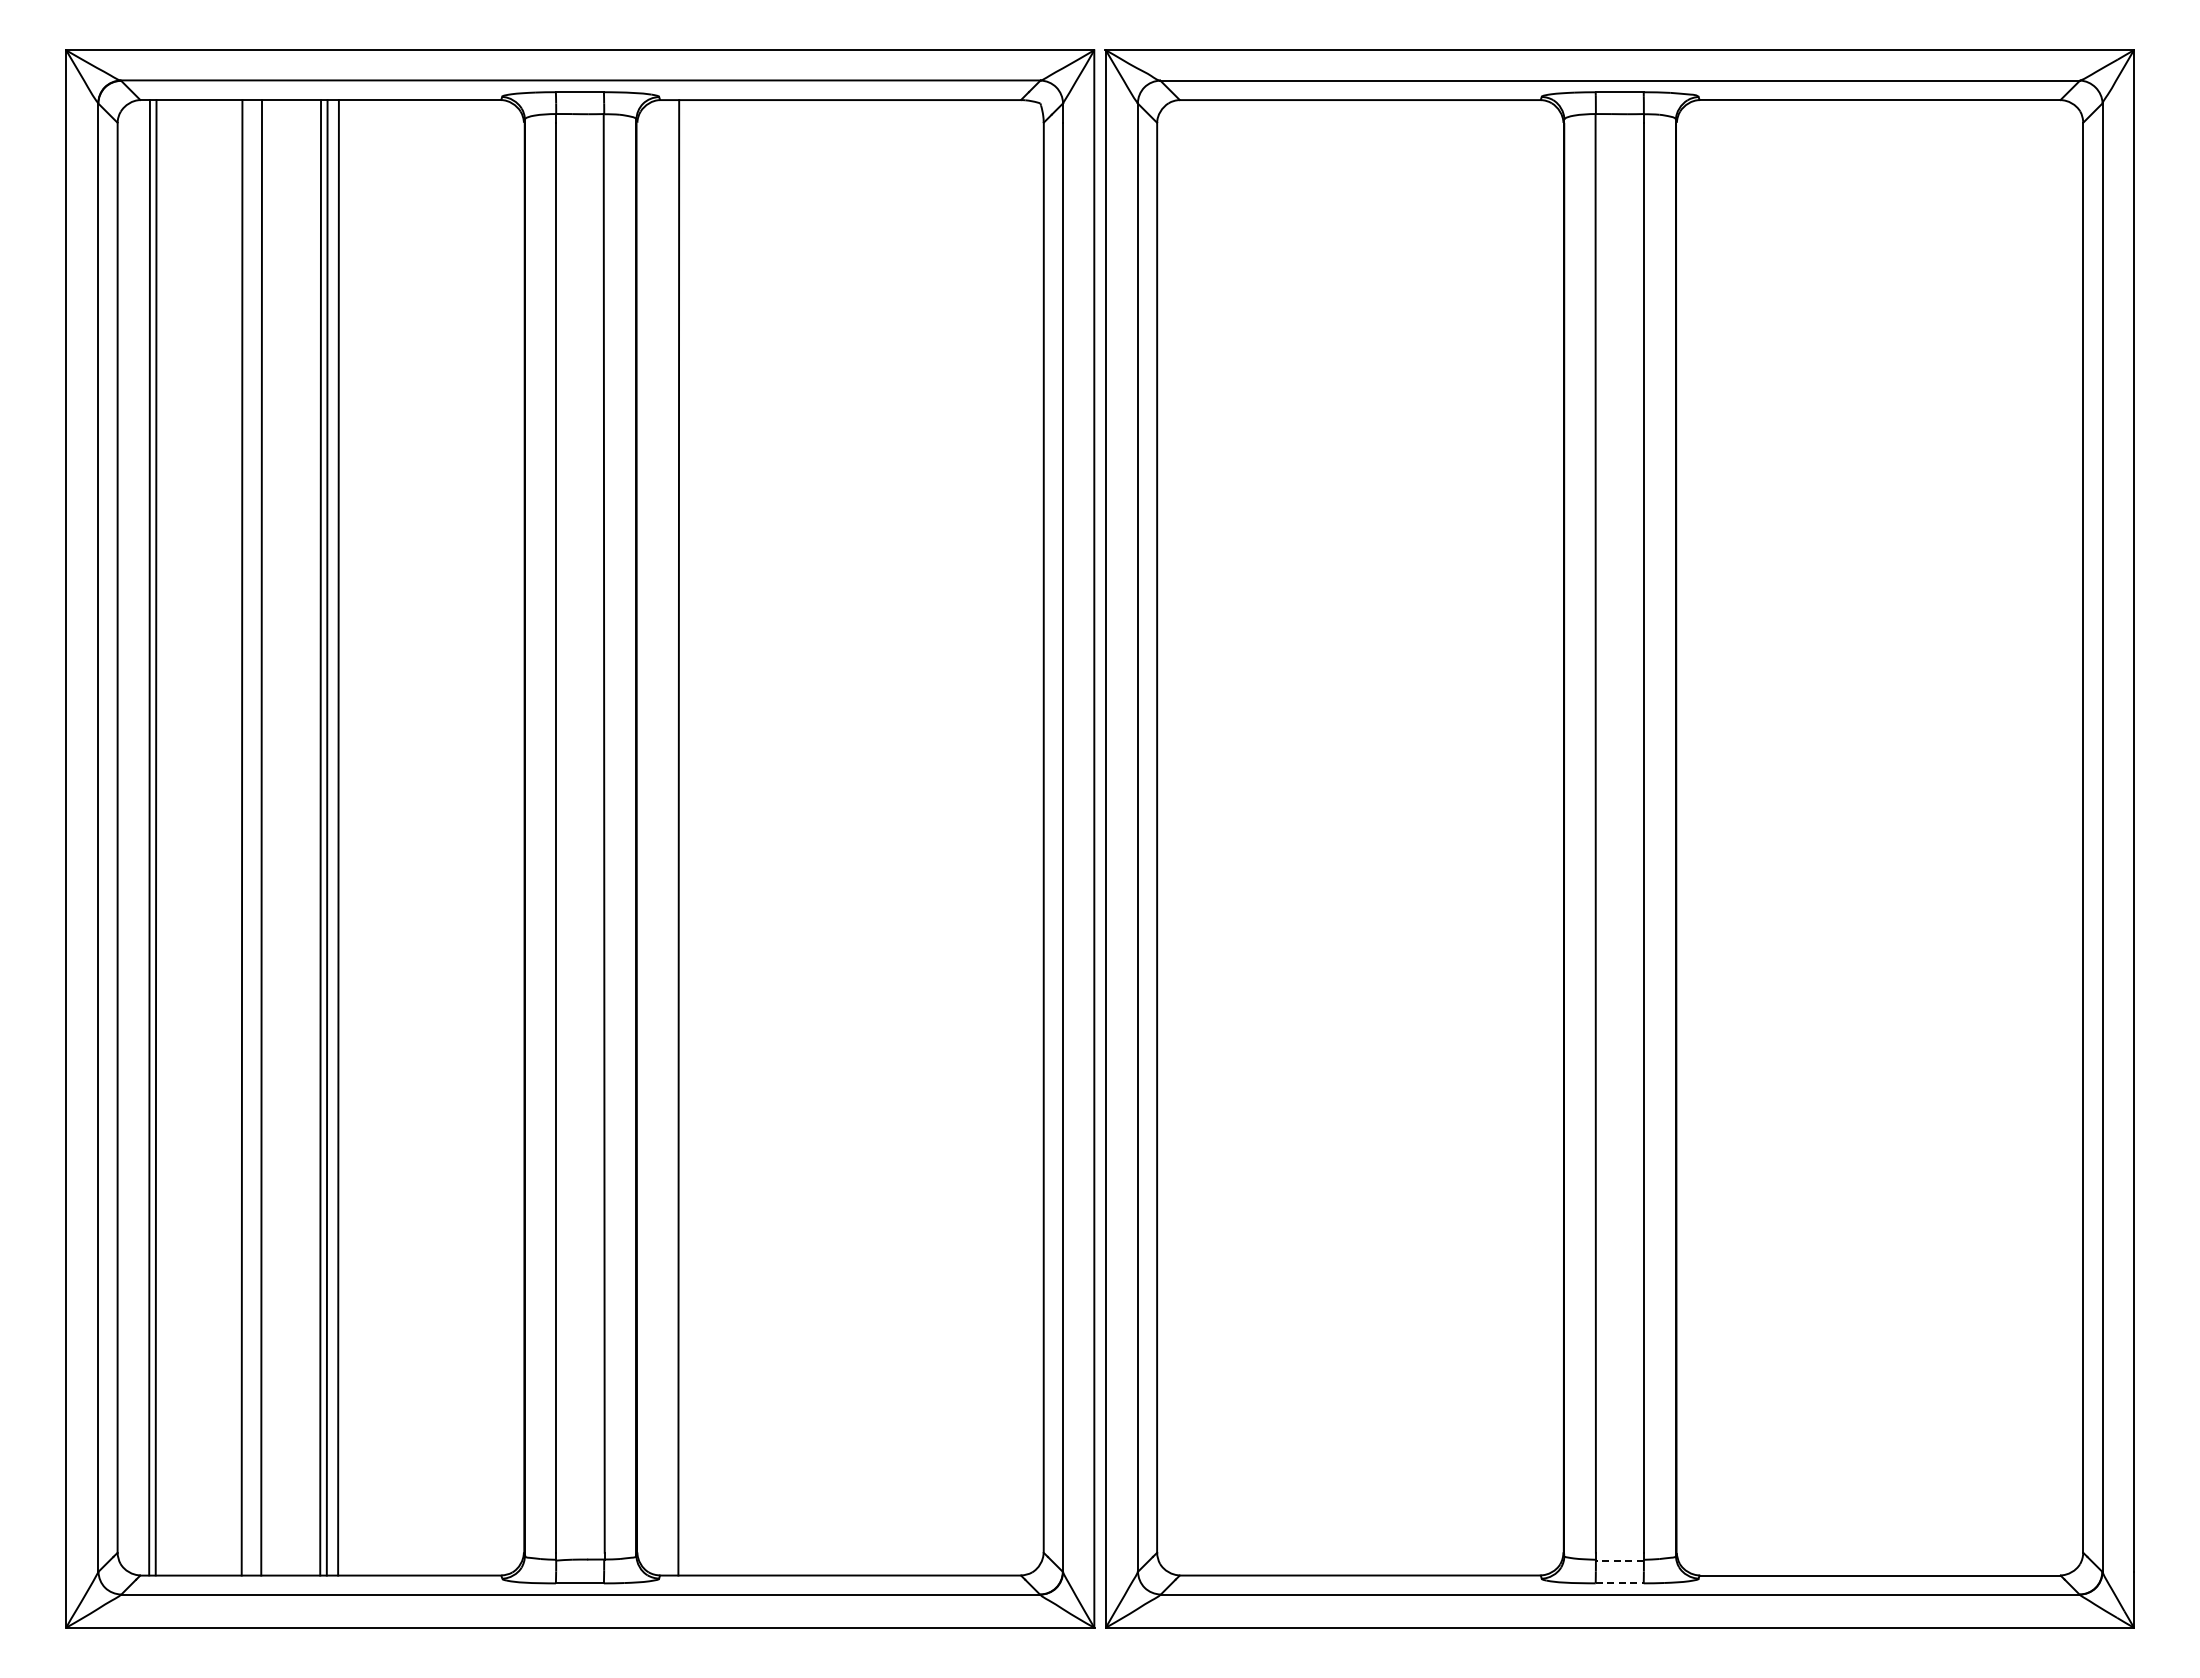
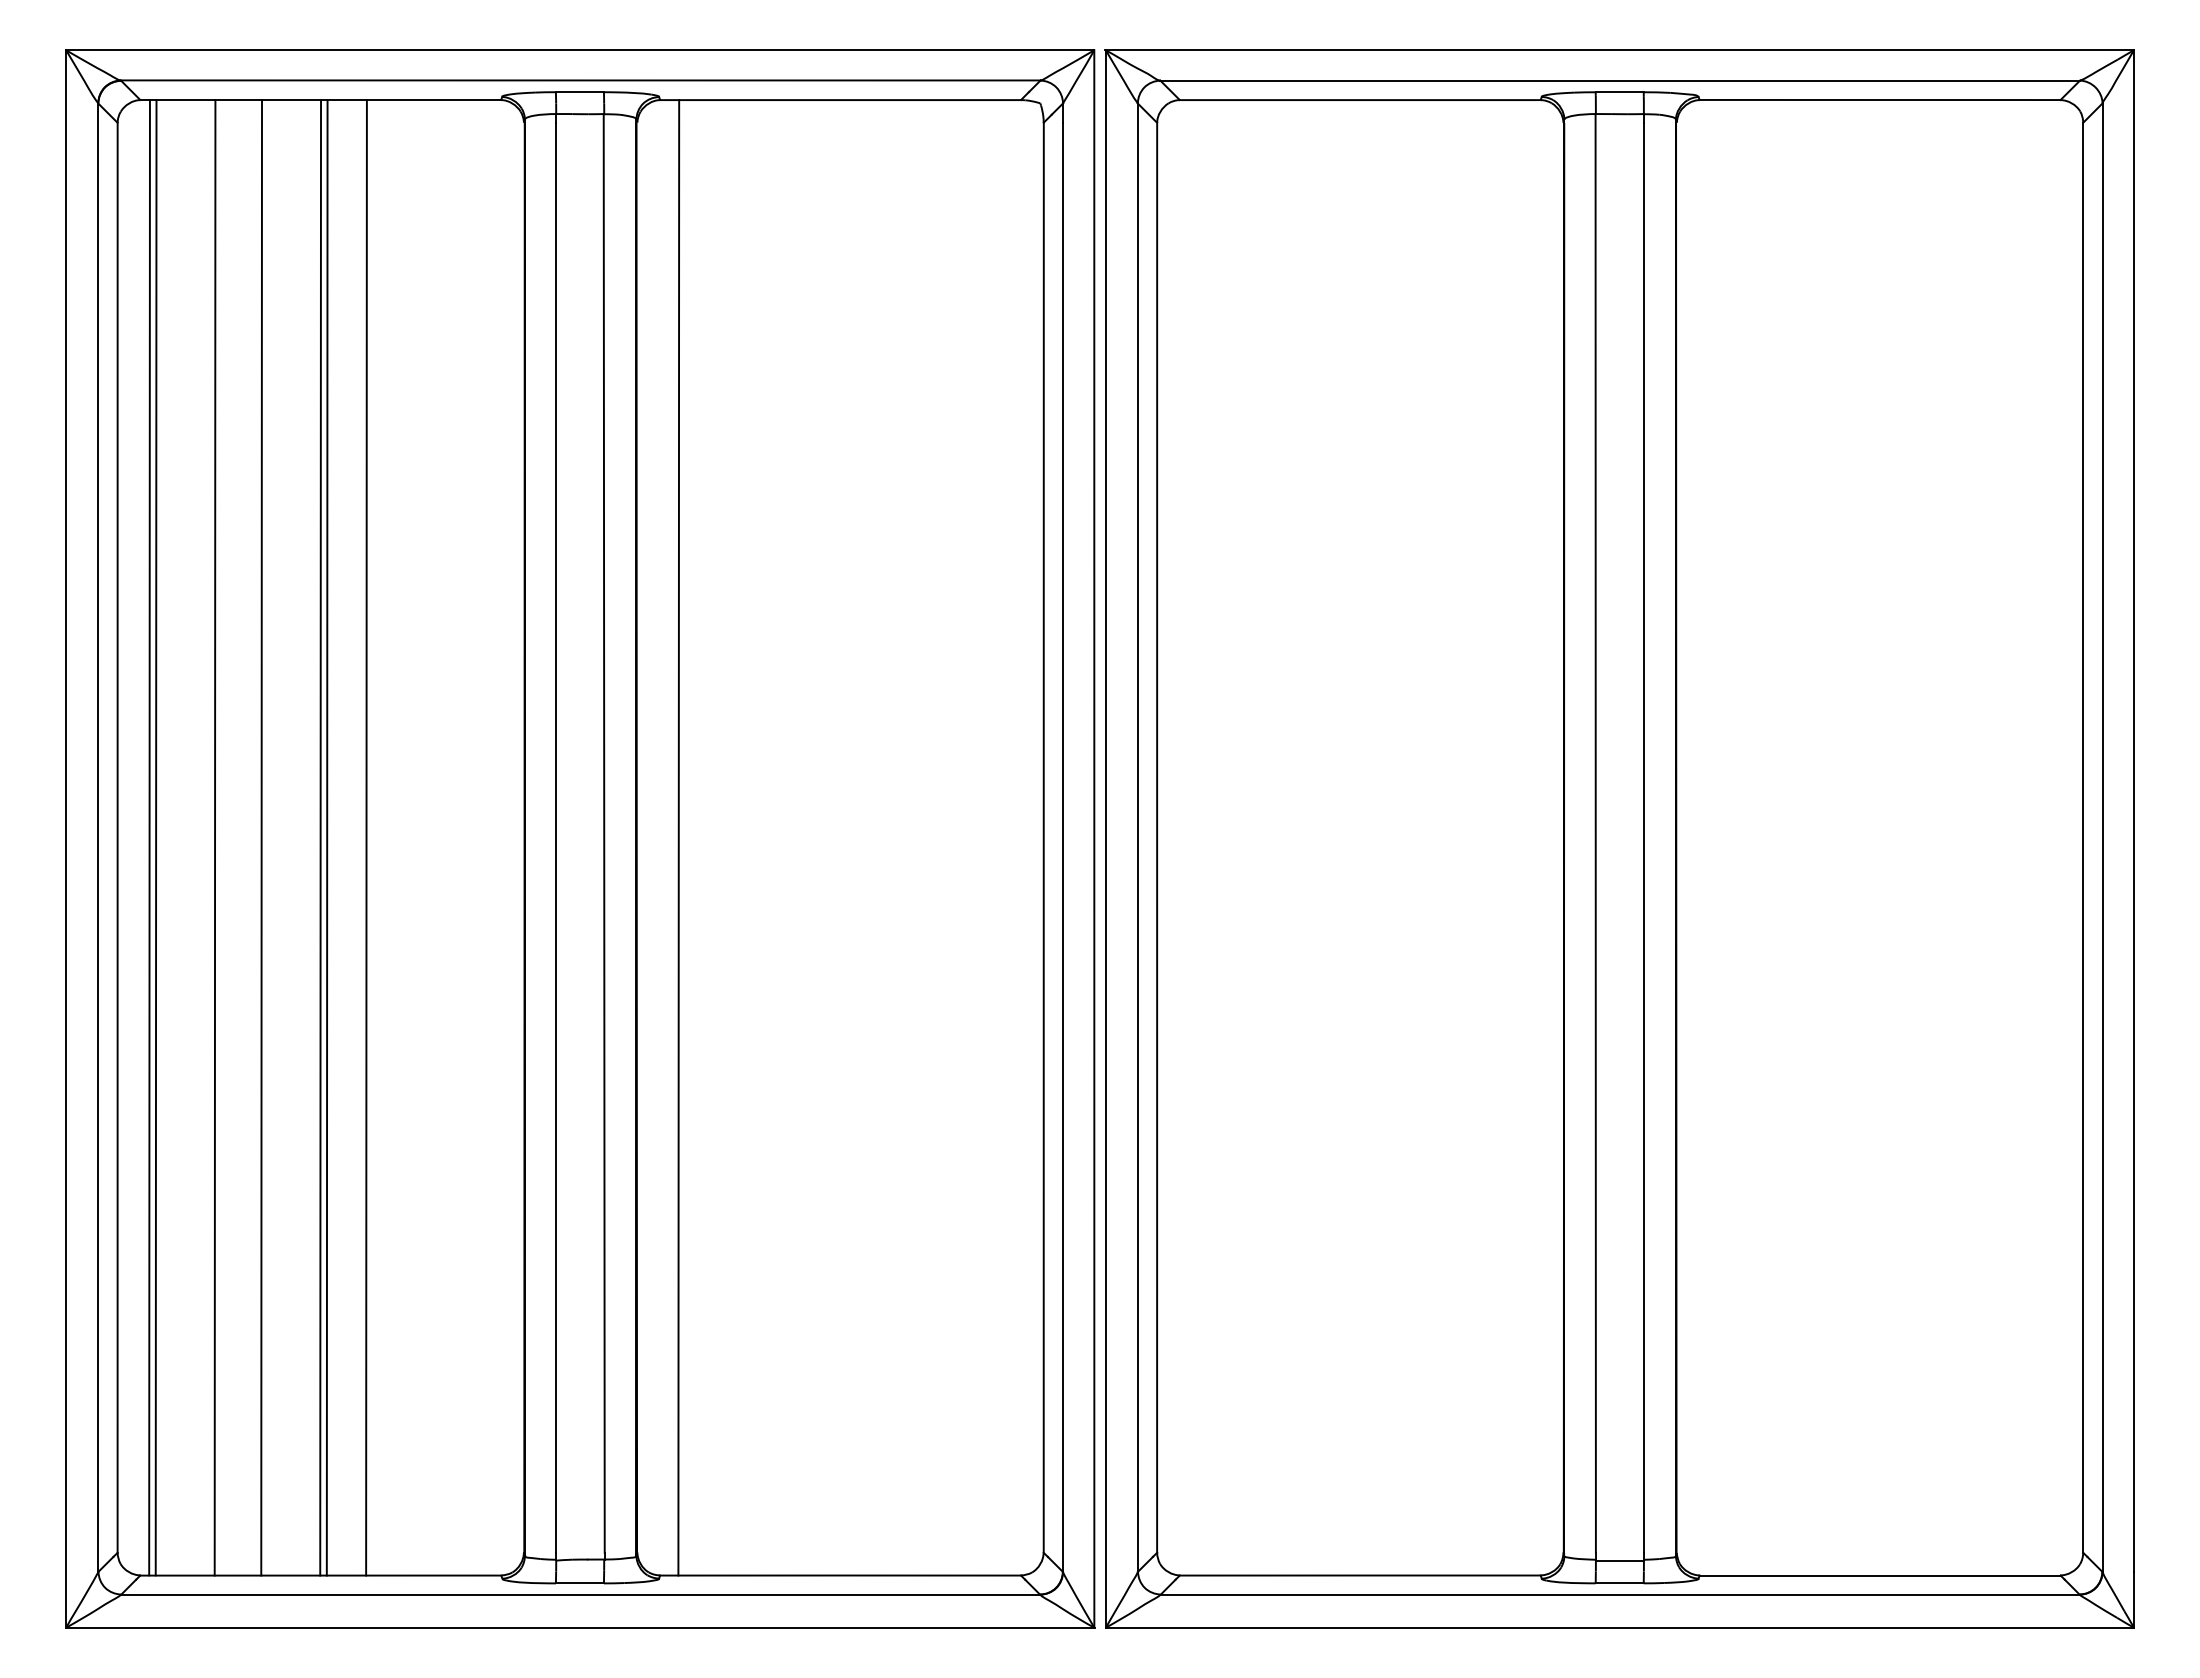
line at (241, 837) position: (241, 837) -> (214, 837)
line at (338, 837) position: (338, 837) -> (366, 837)
line at (1619, 1560): dashed -> solid
line at (1620, 1583): dashed -> solid
